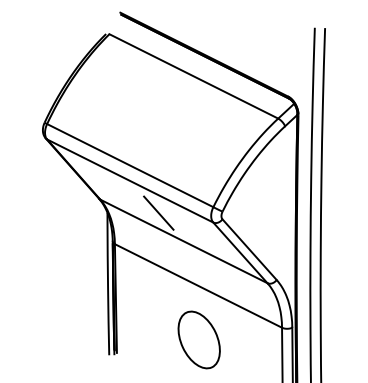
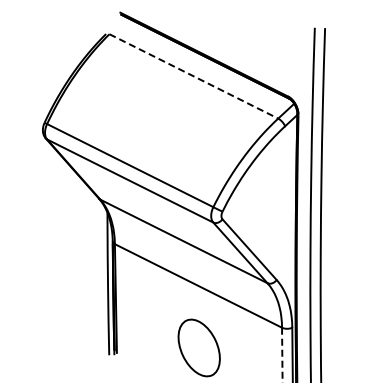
line at (194, 76): solid -> dashed
line at (158, 212): present -> none
part at (198, 339) position: (198, 339) -> (198, 347)
line at (282, 355): solid -> dashed
